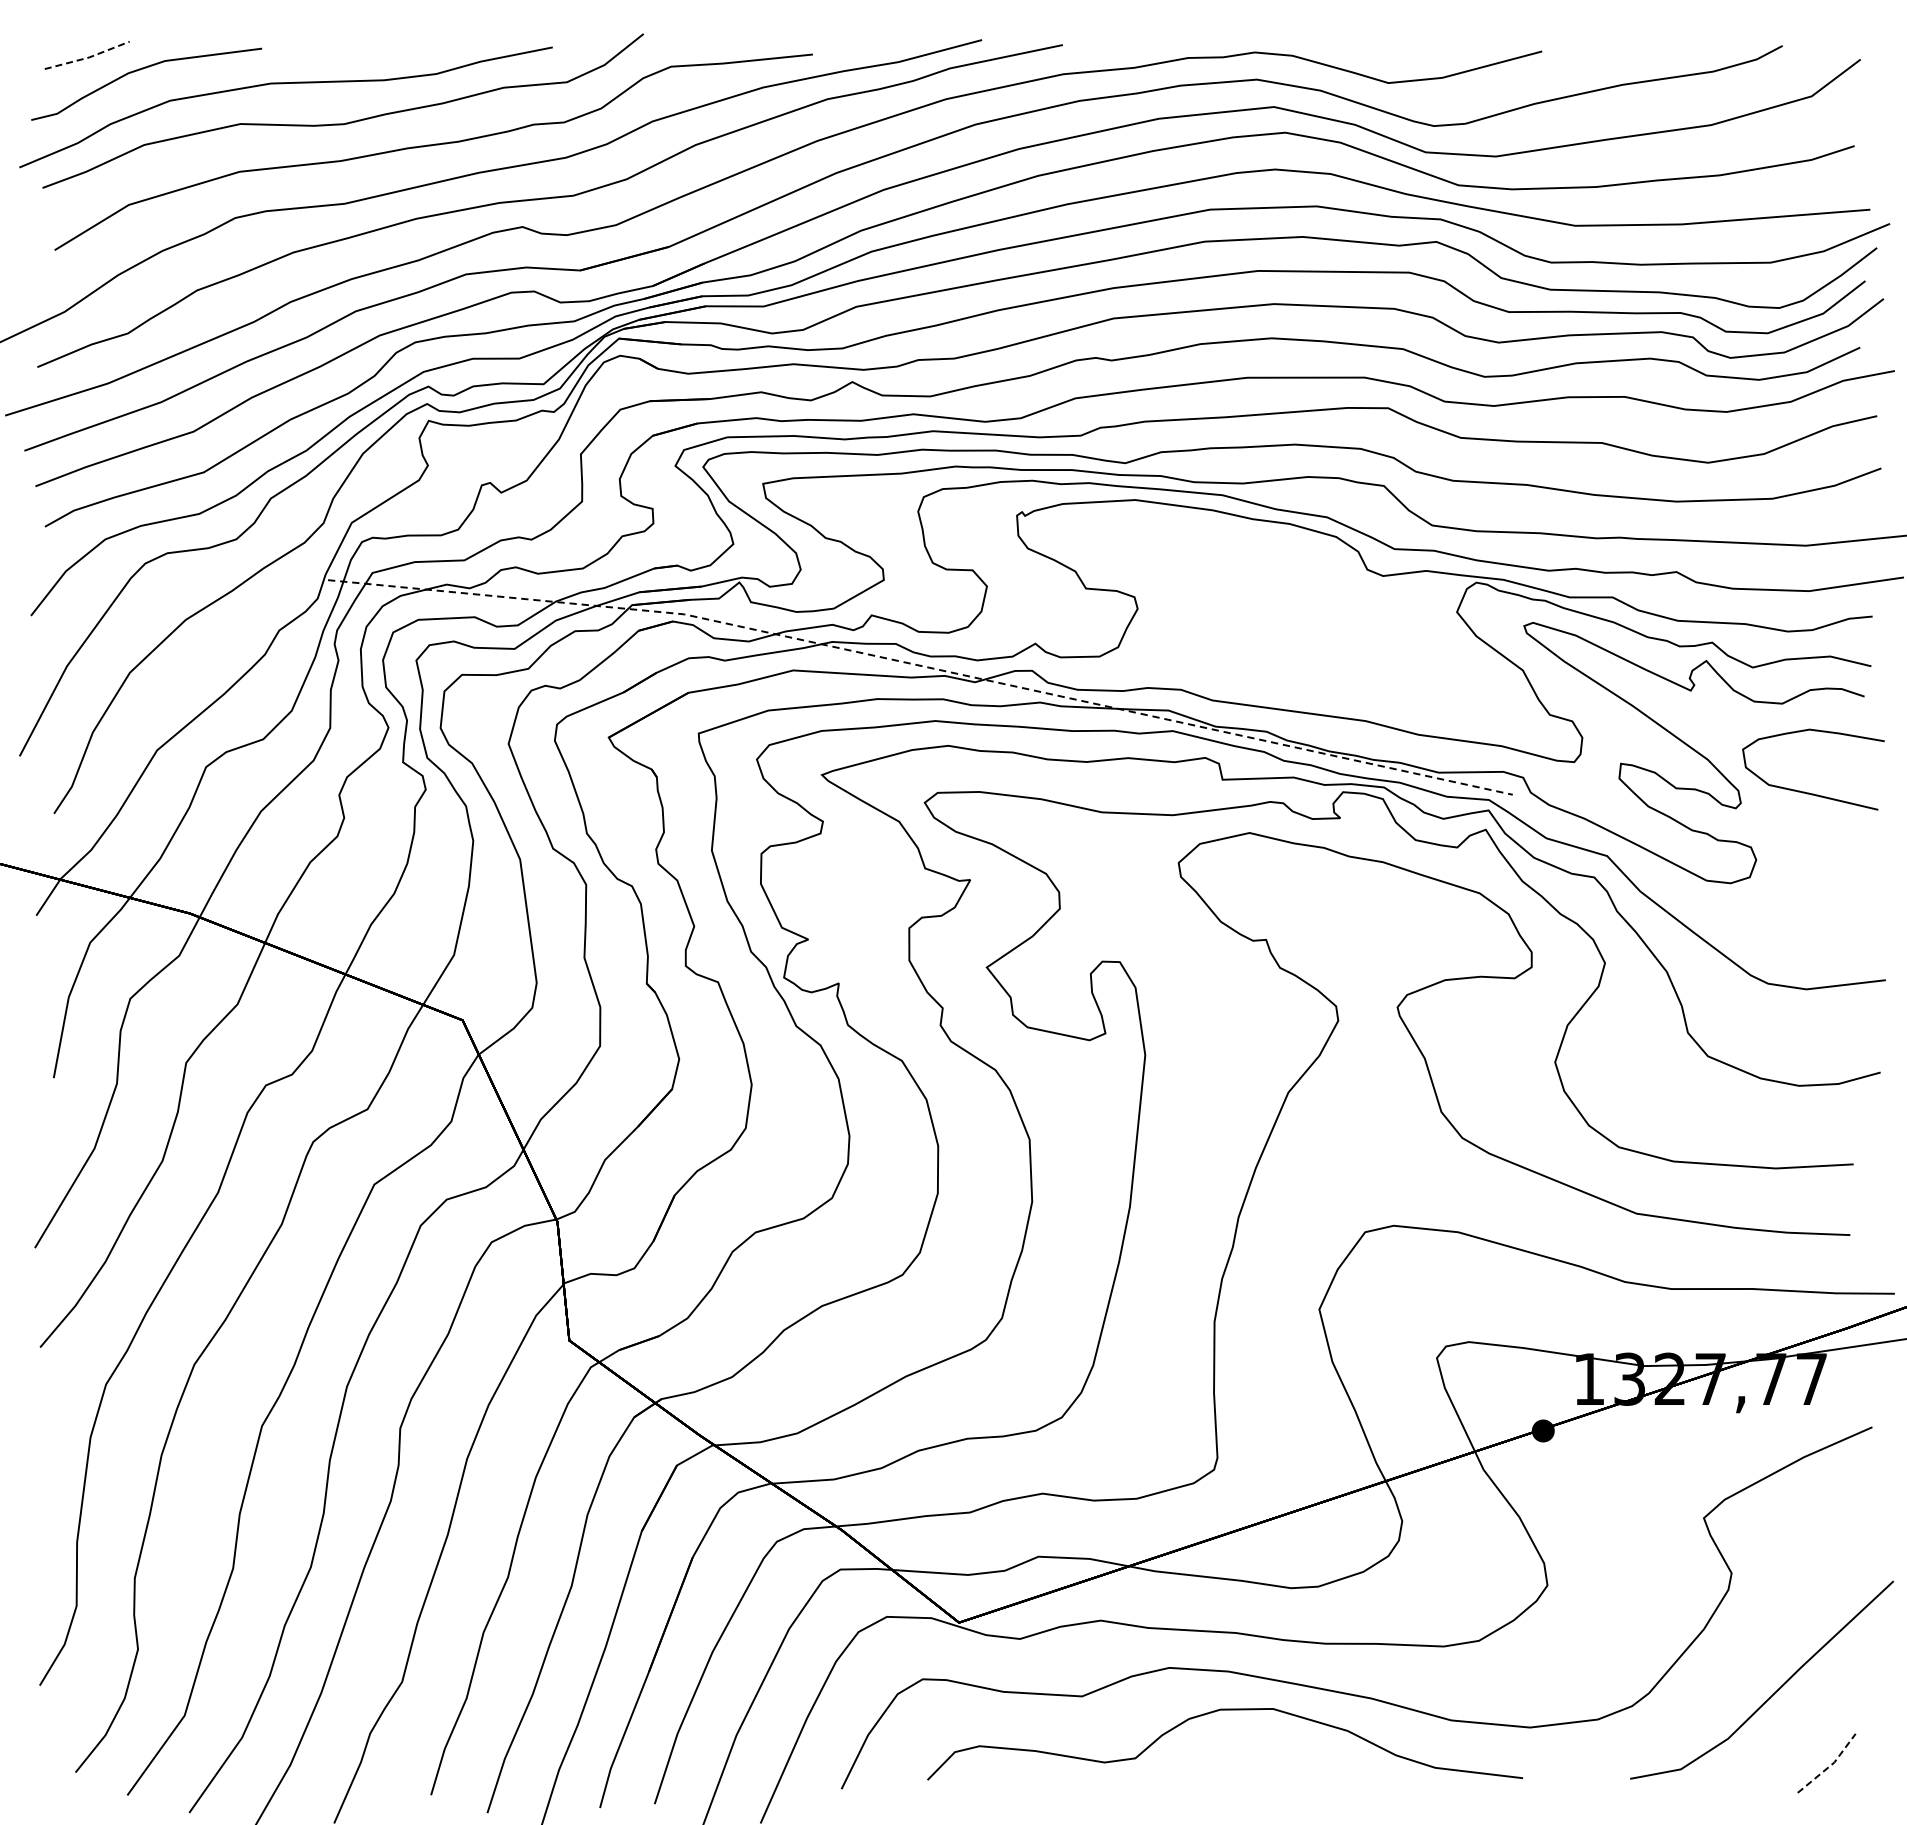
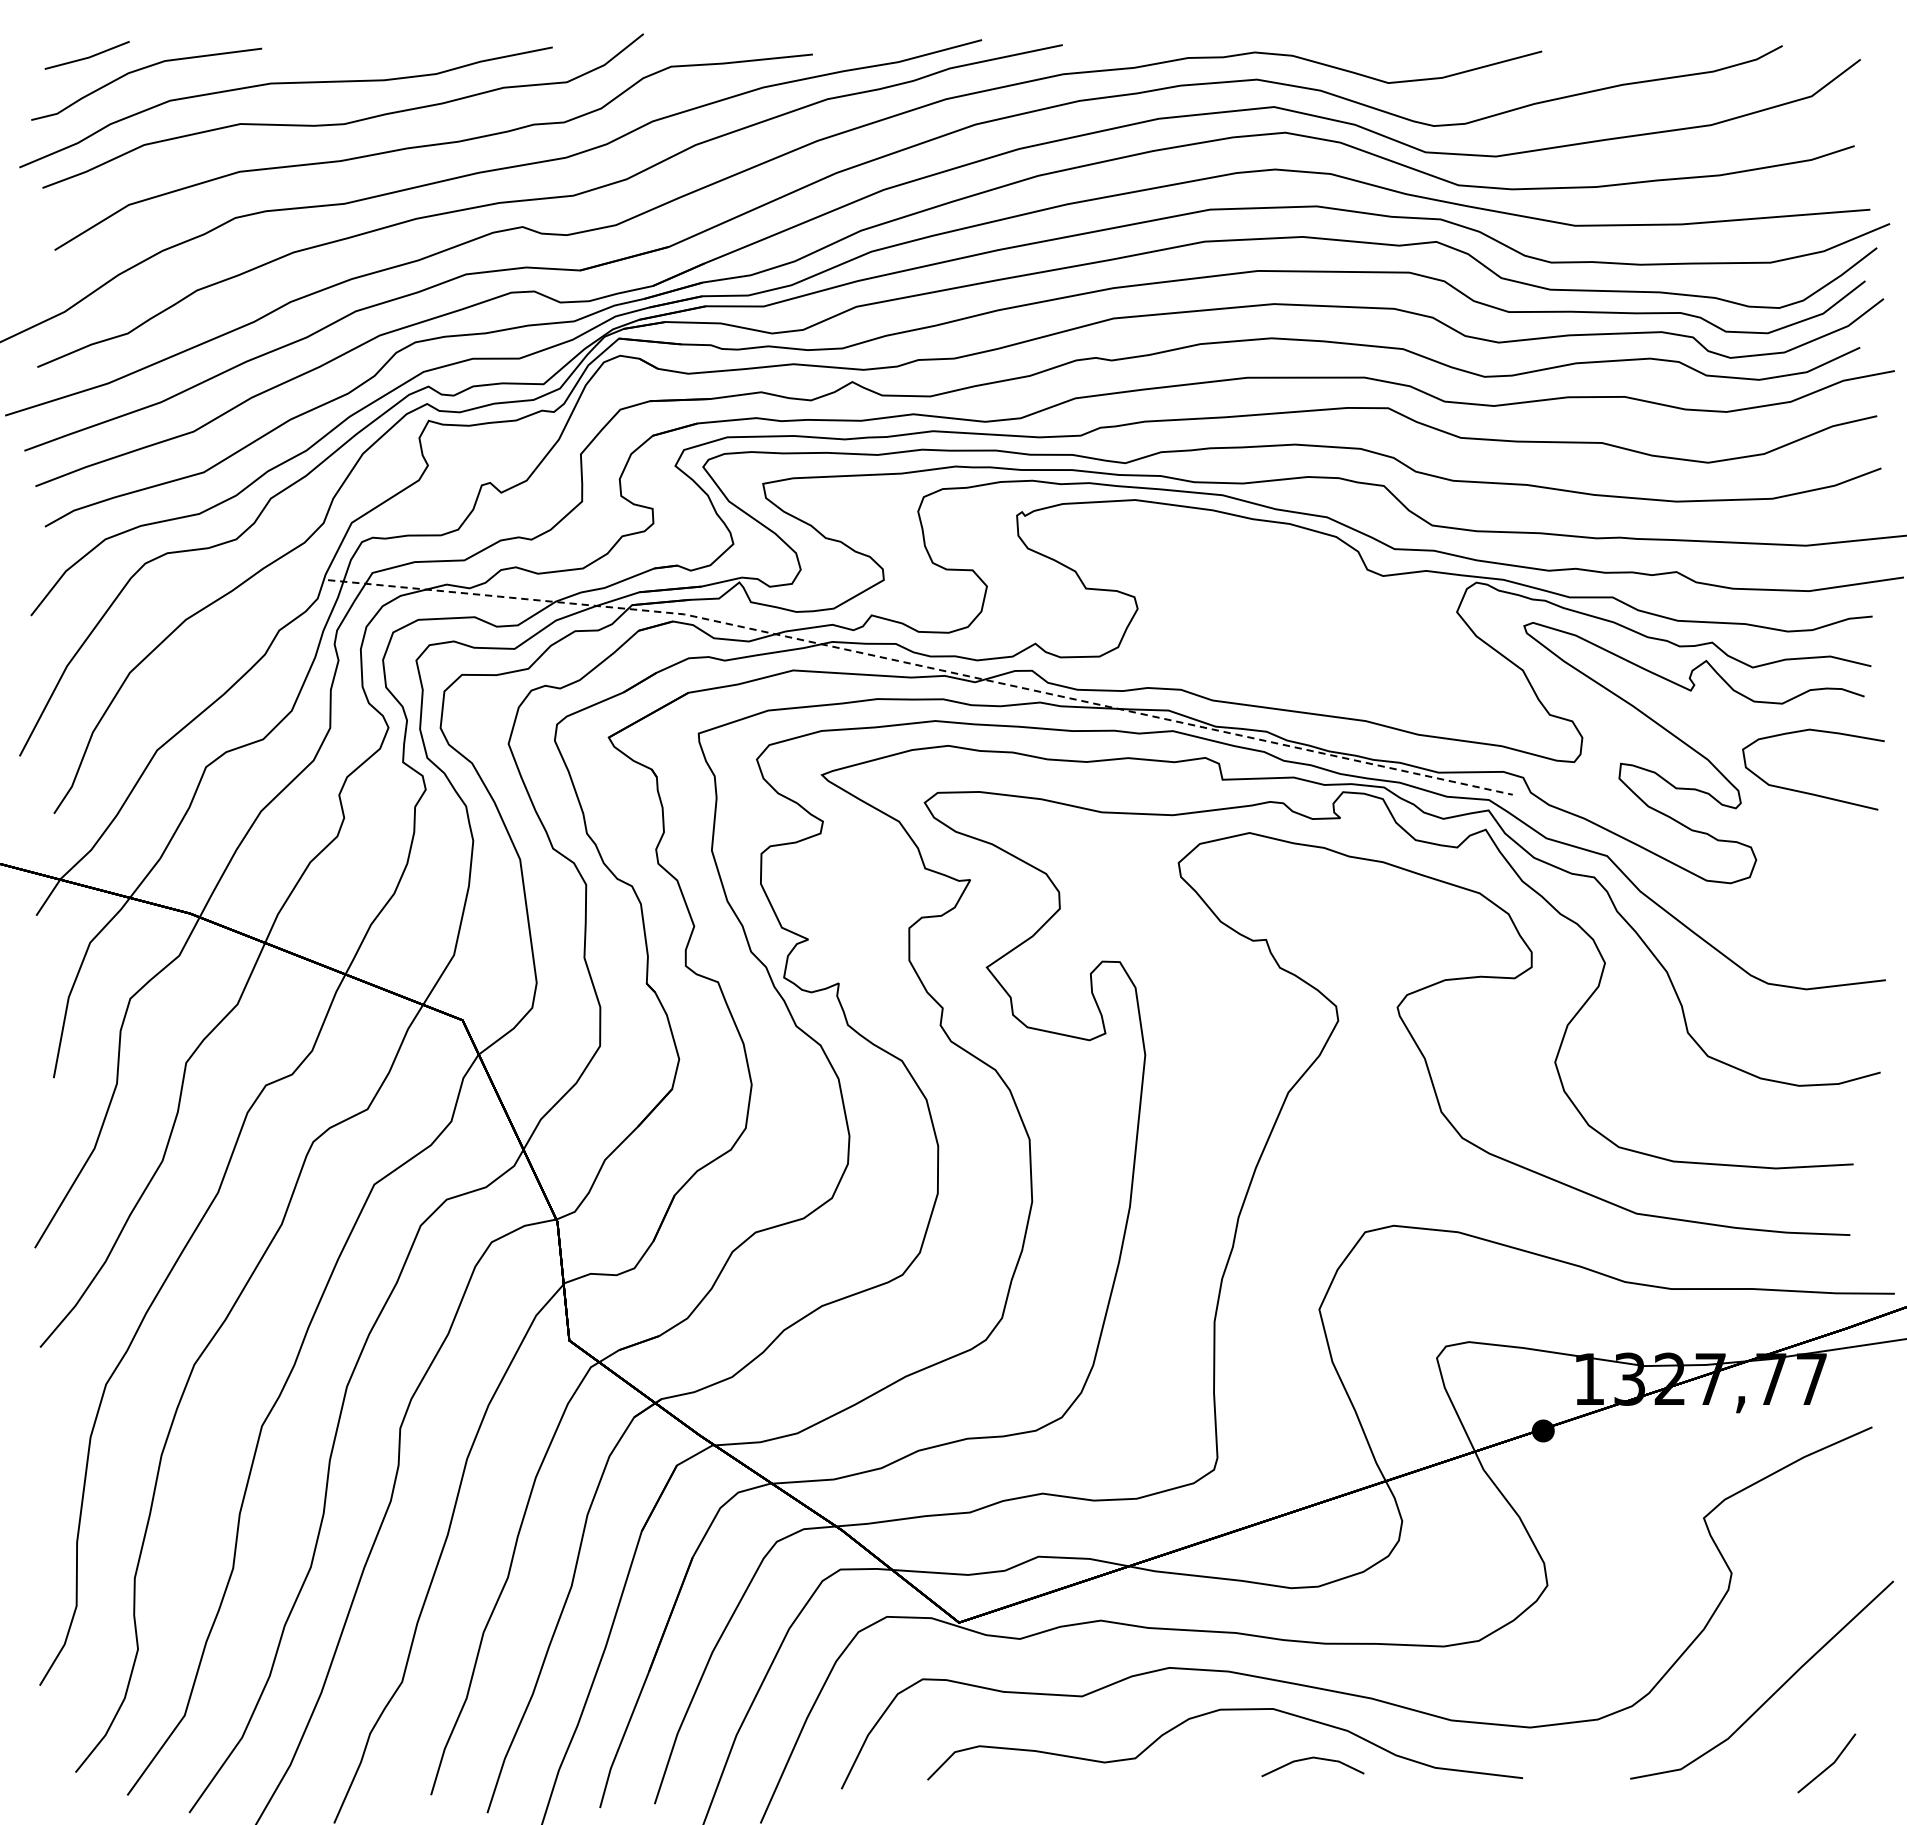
line at (89, 57): dashed -> solid
line at (1309, 1759): none -> present
line at (1830, 1765): dashed -> solid
